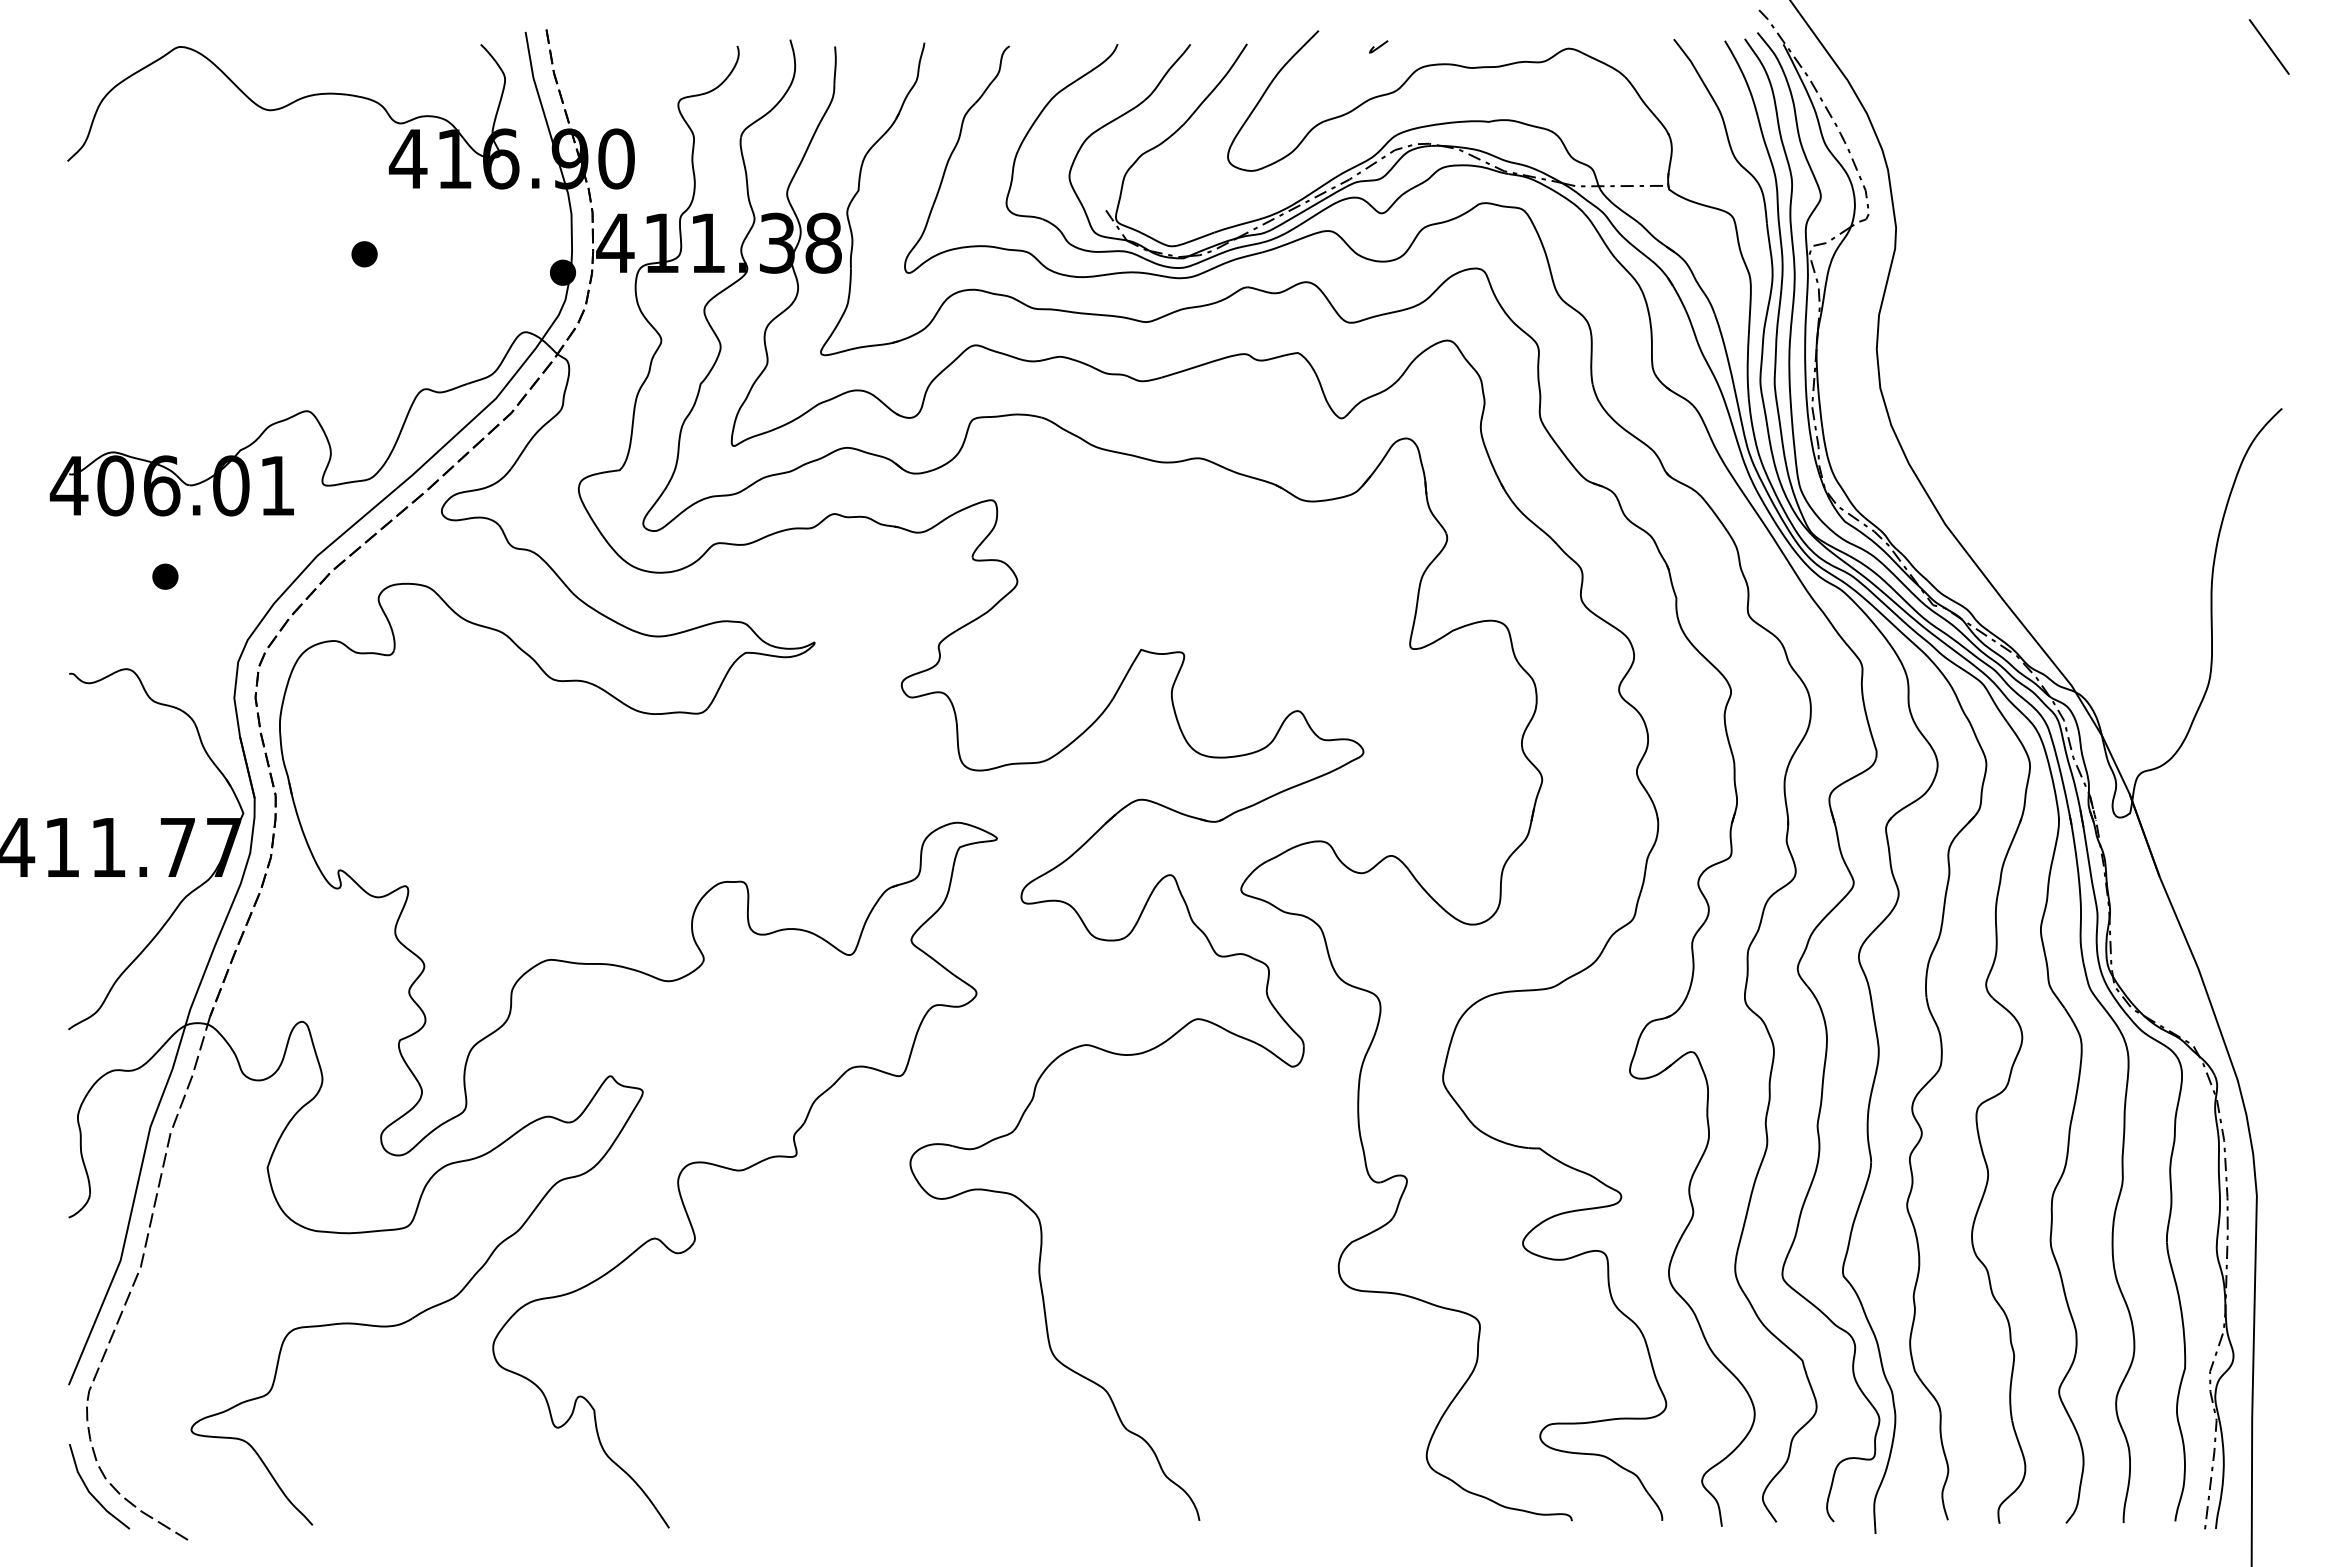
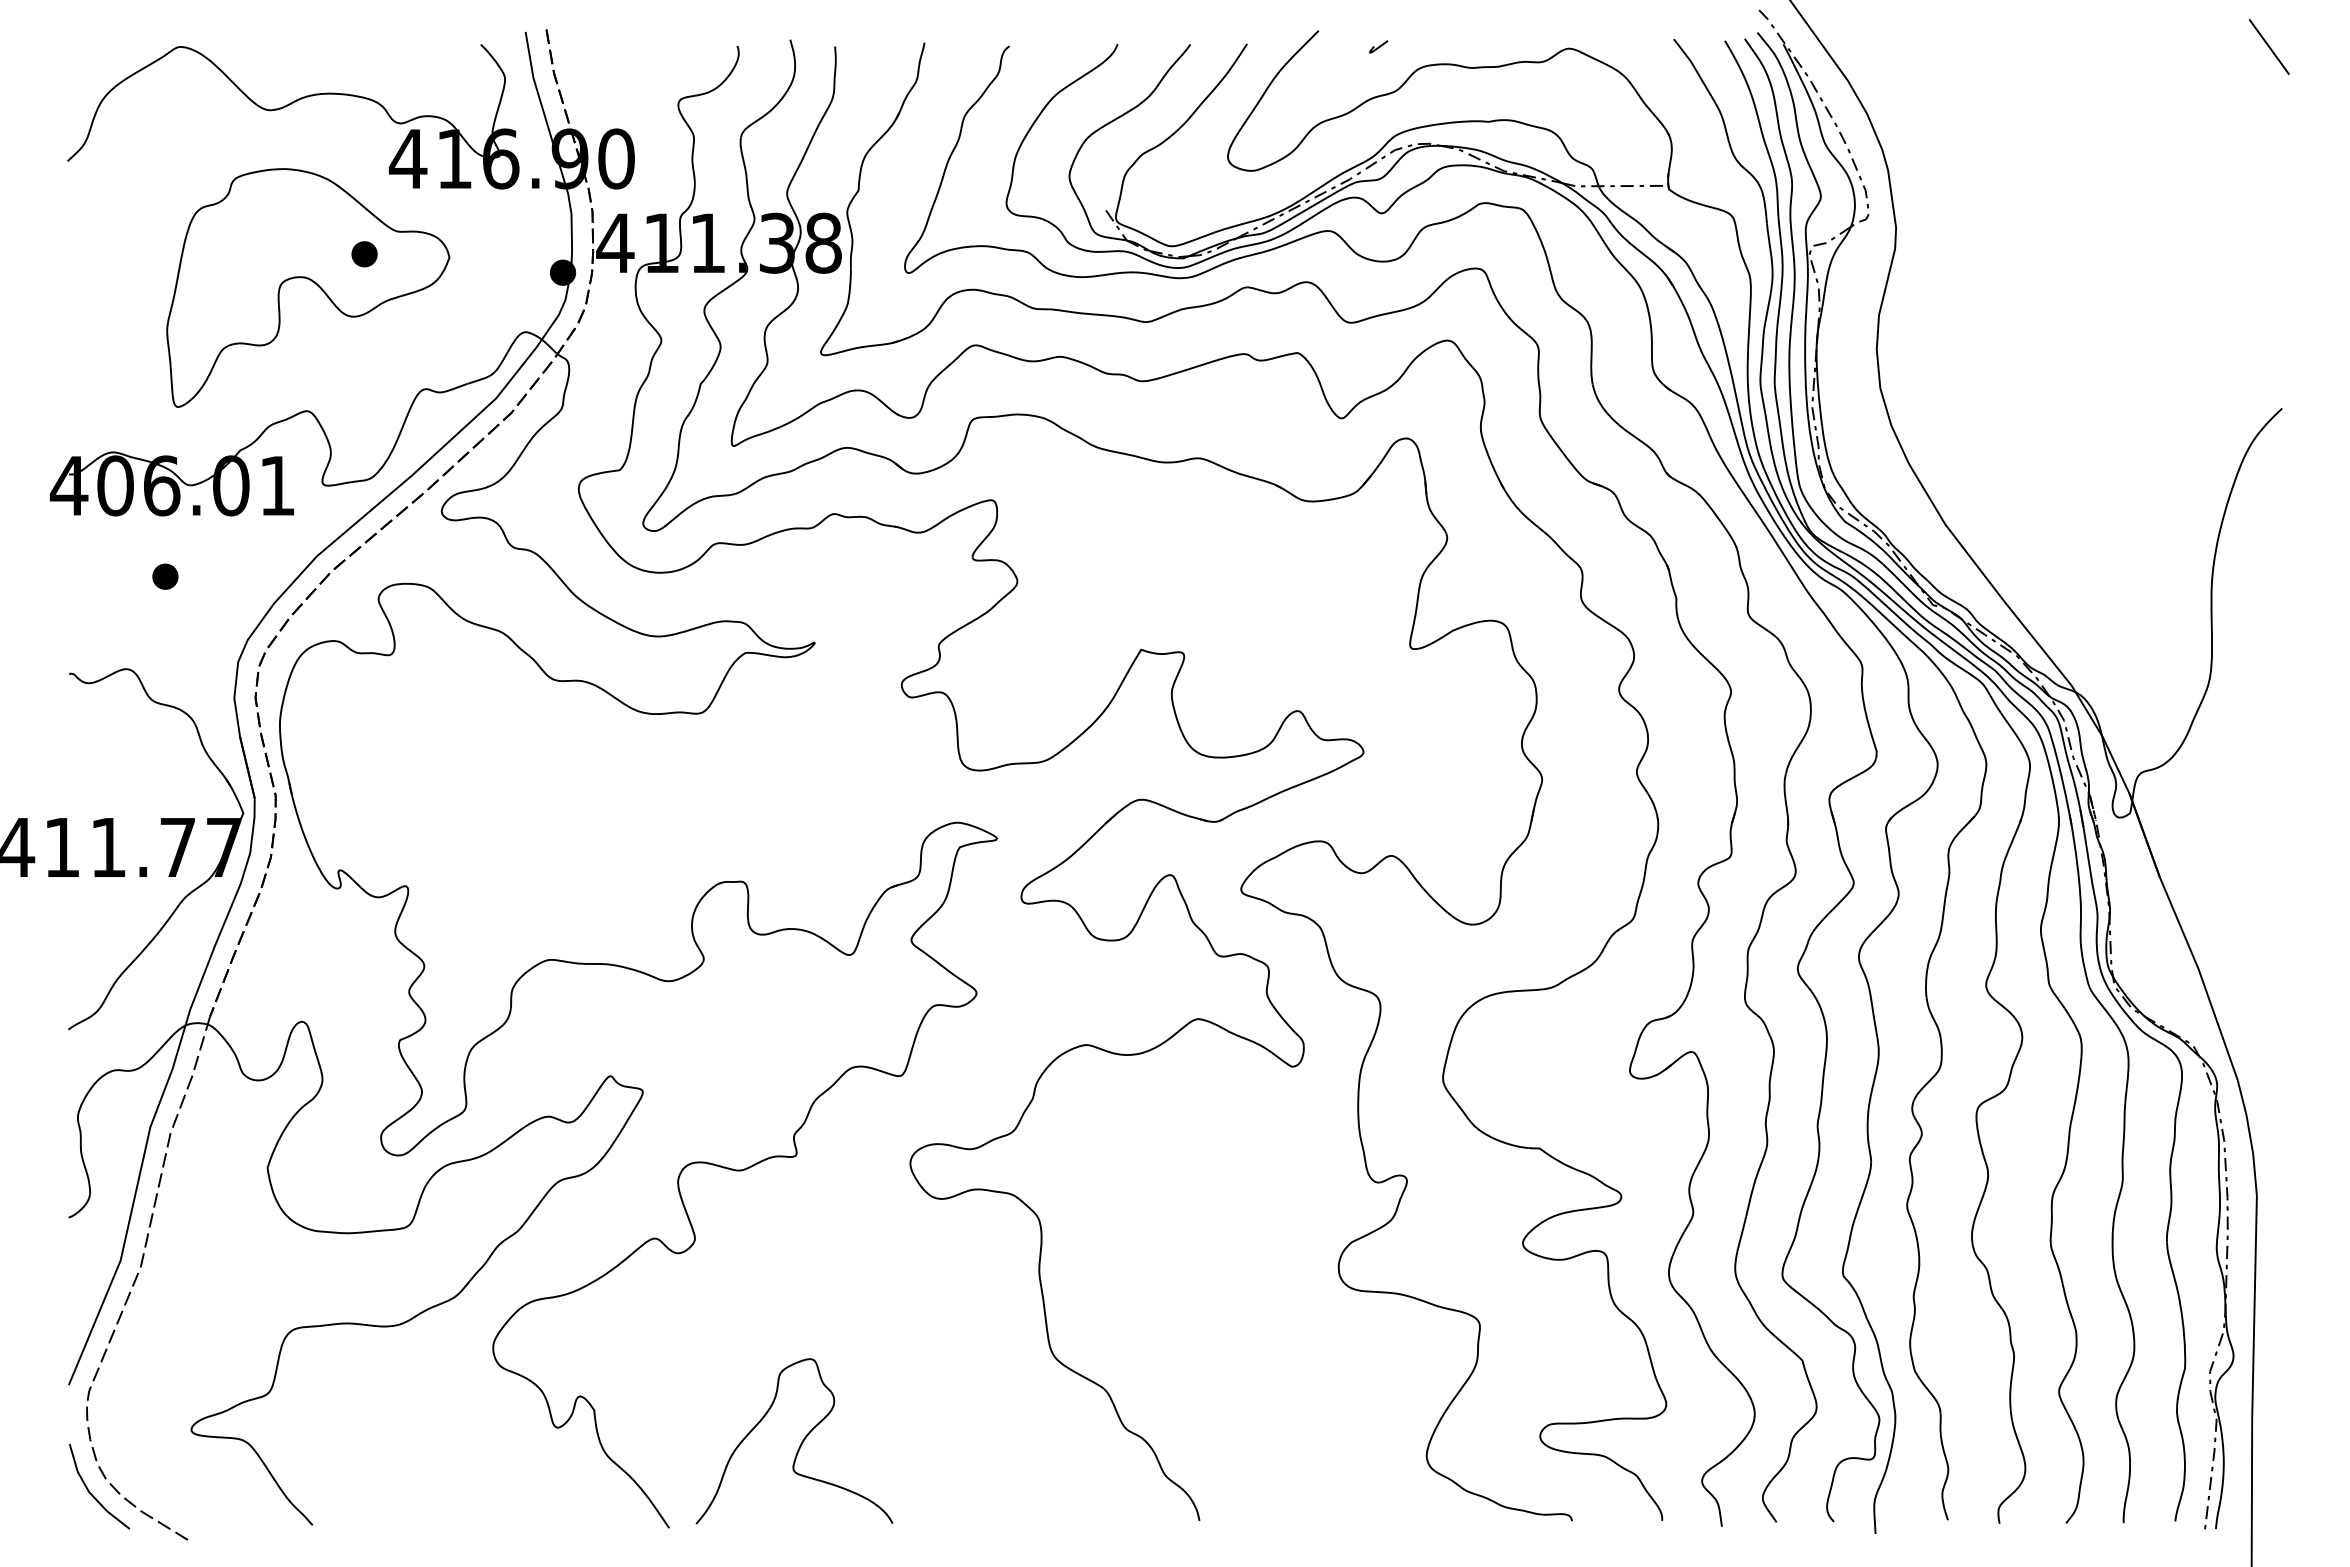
part at (312, 282): none -> present
part at (800, 1443): none -> present
